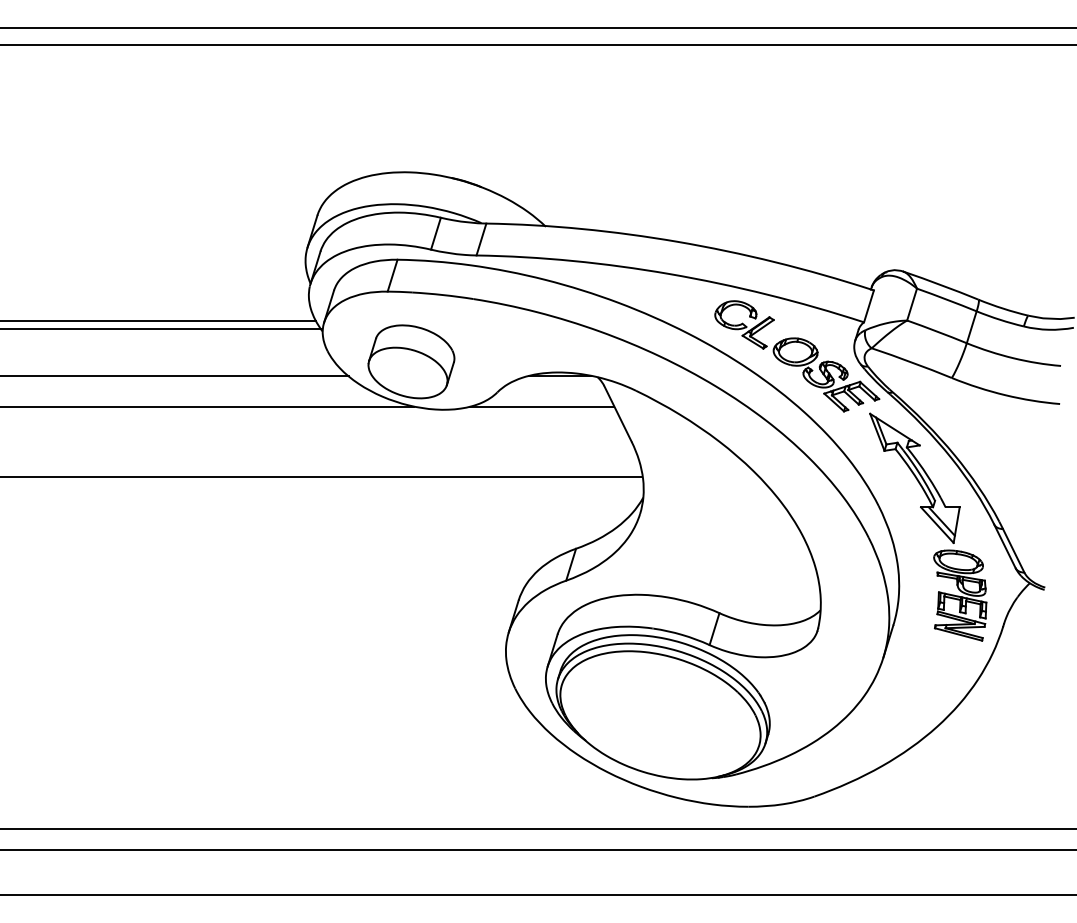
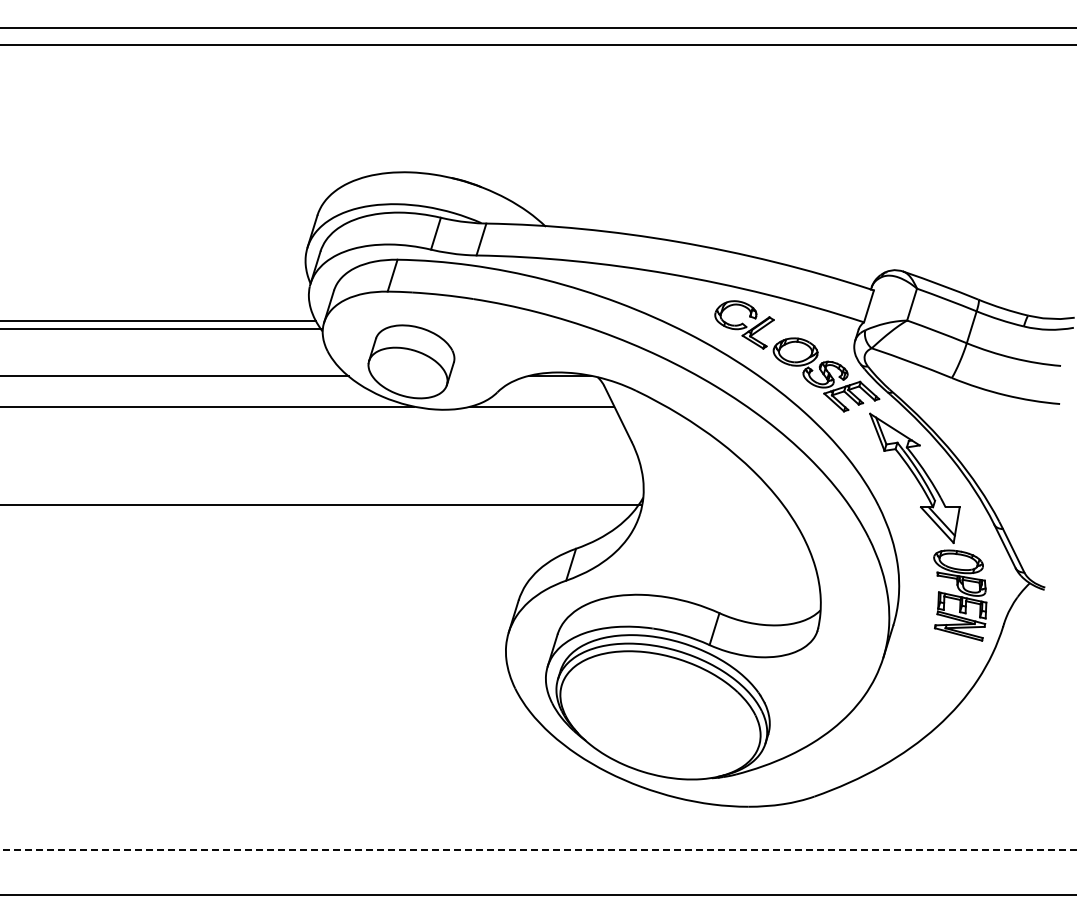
line at (322, 477) position: (322, 477) -> (322, 505)
line at (537, 828): present -> none
line at (538, 849): solid -> dashed
